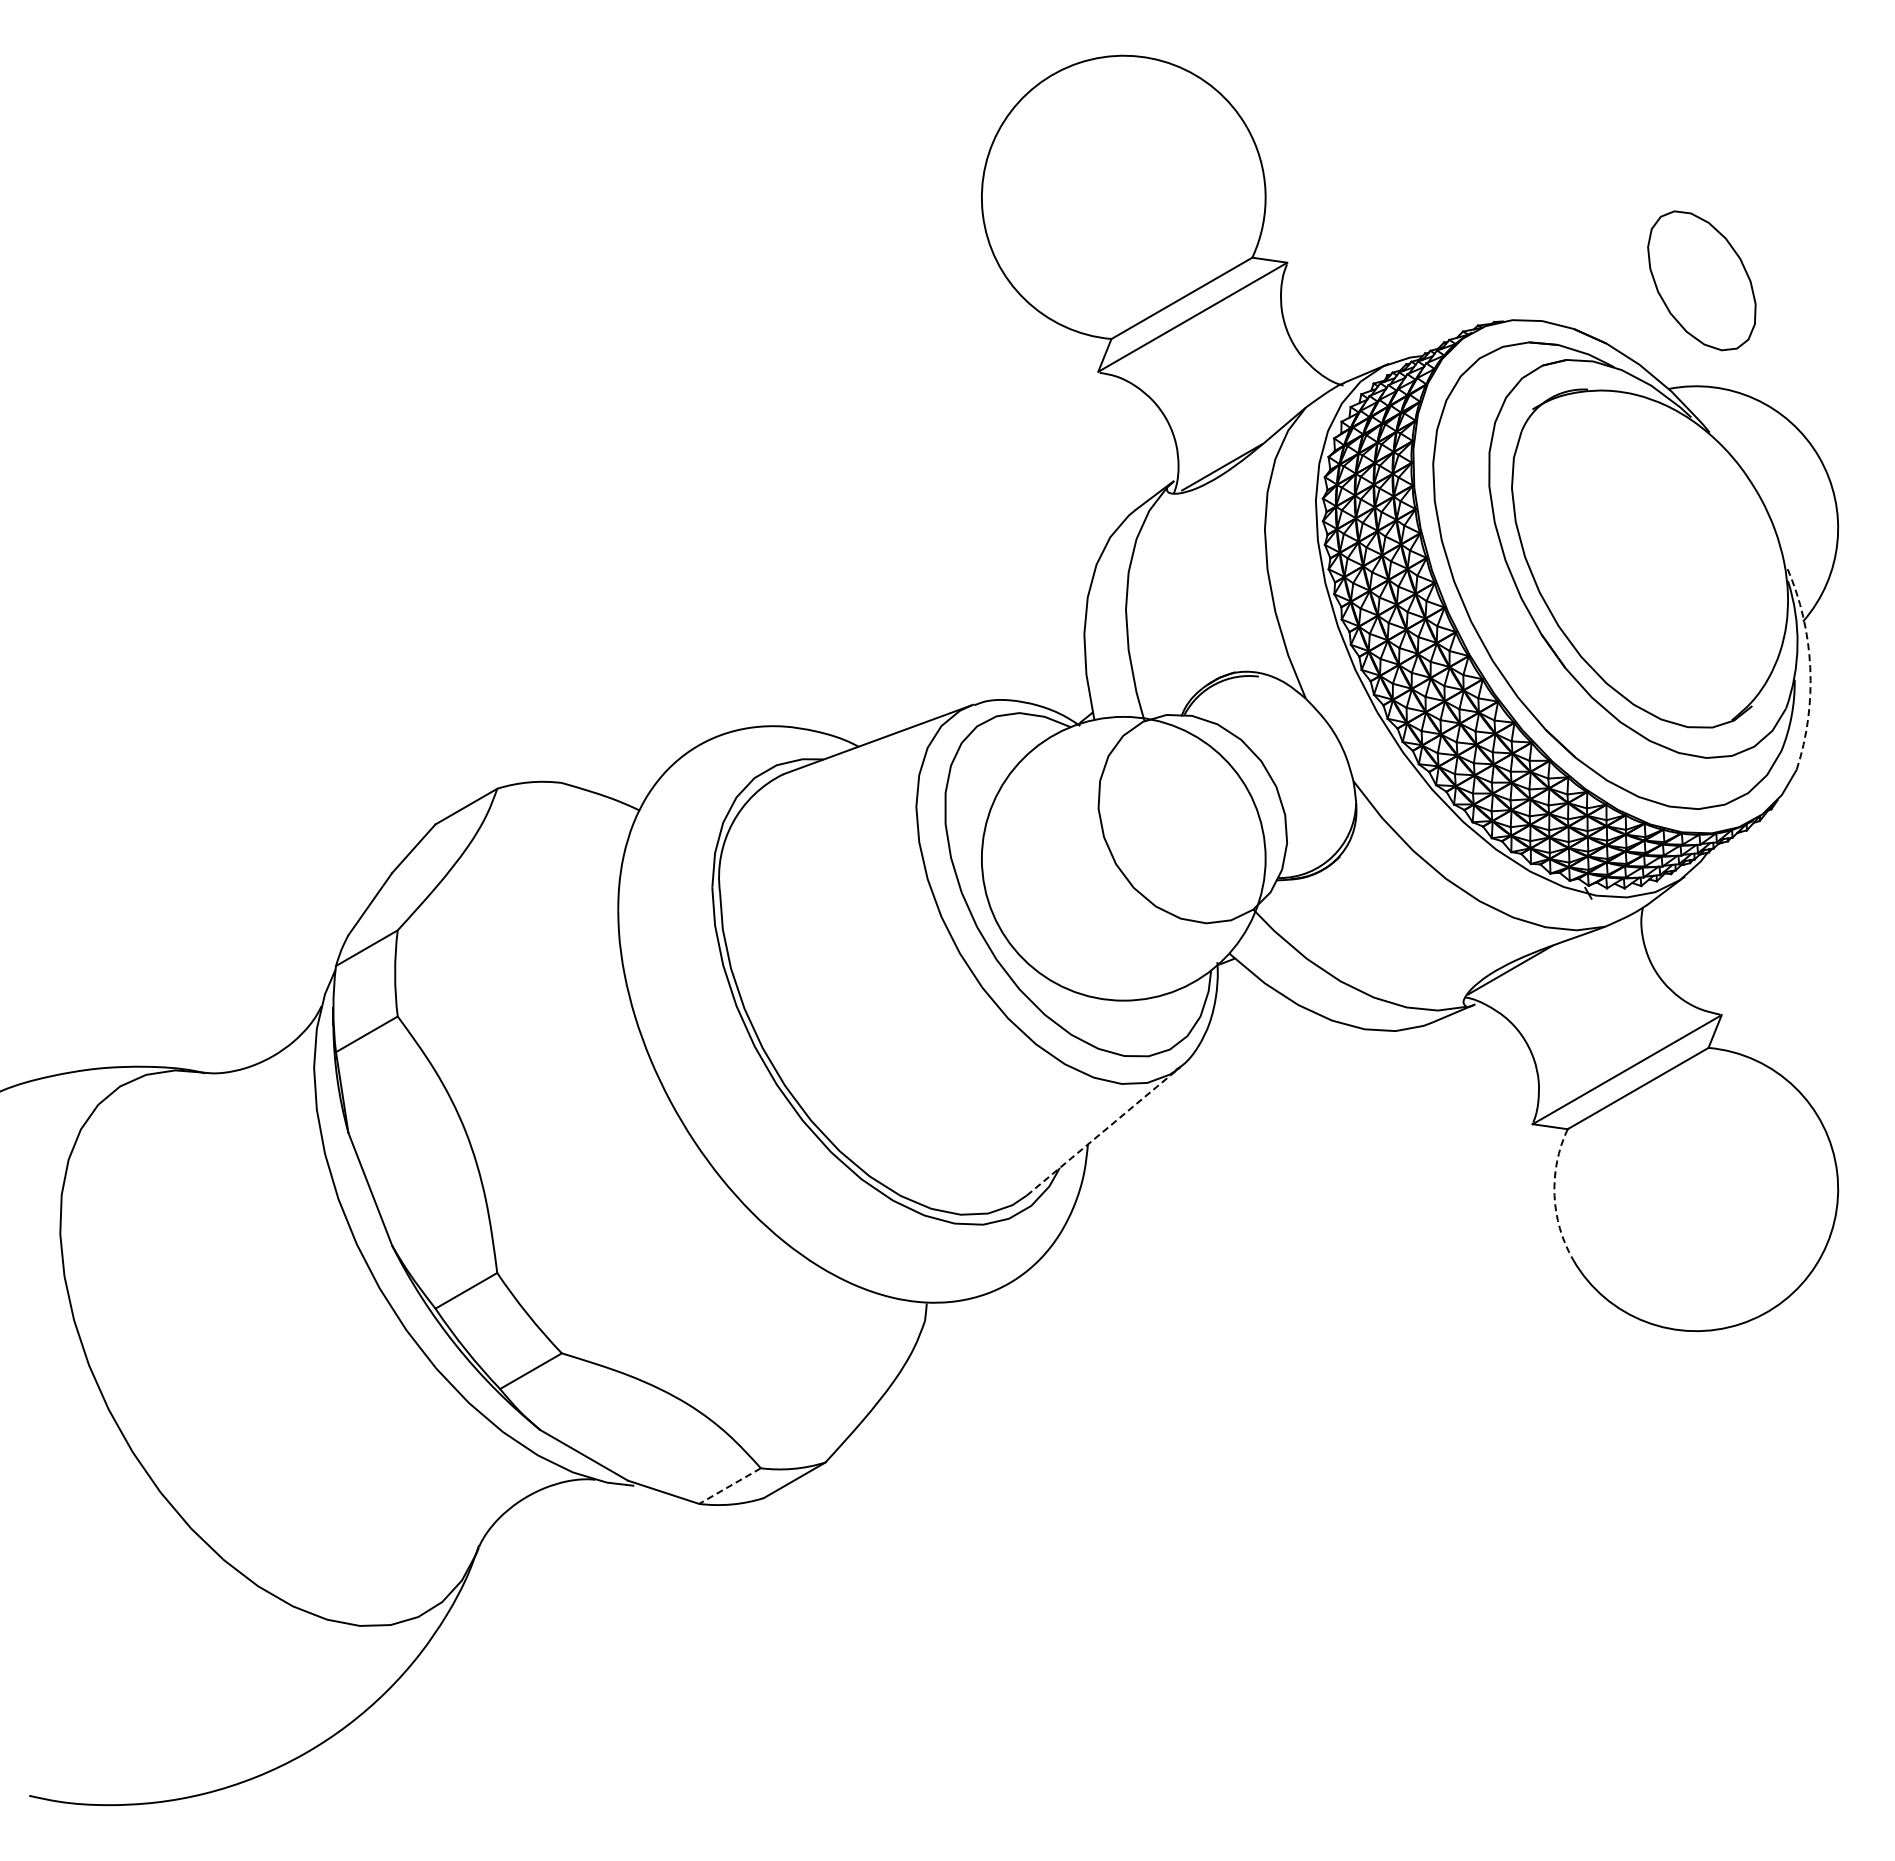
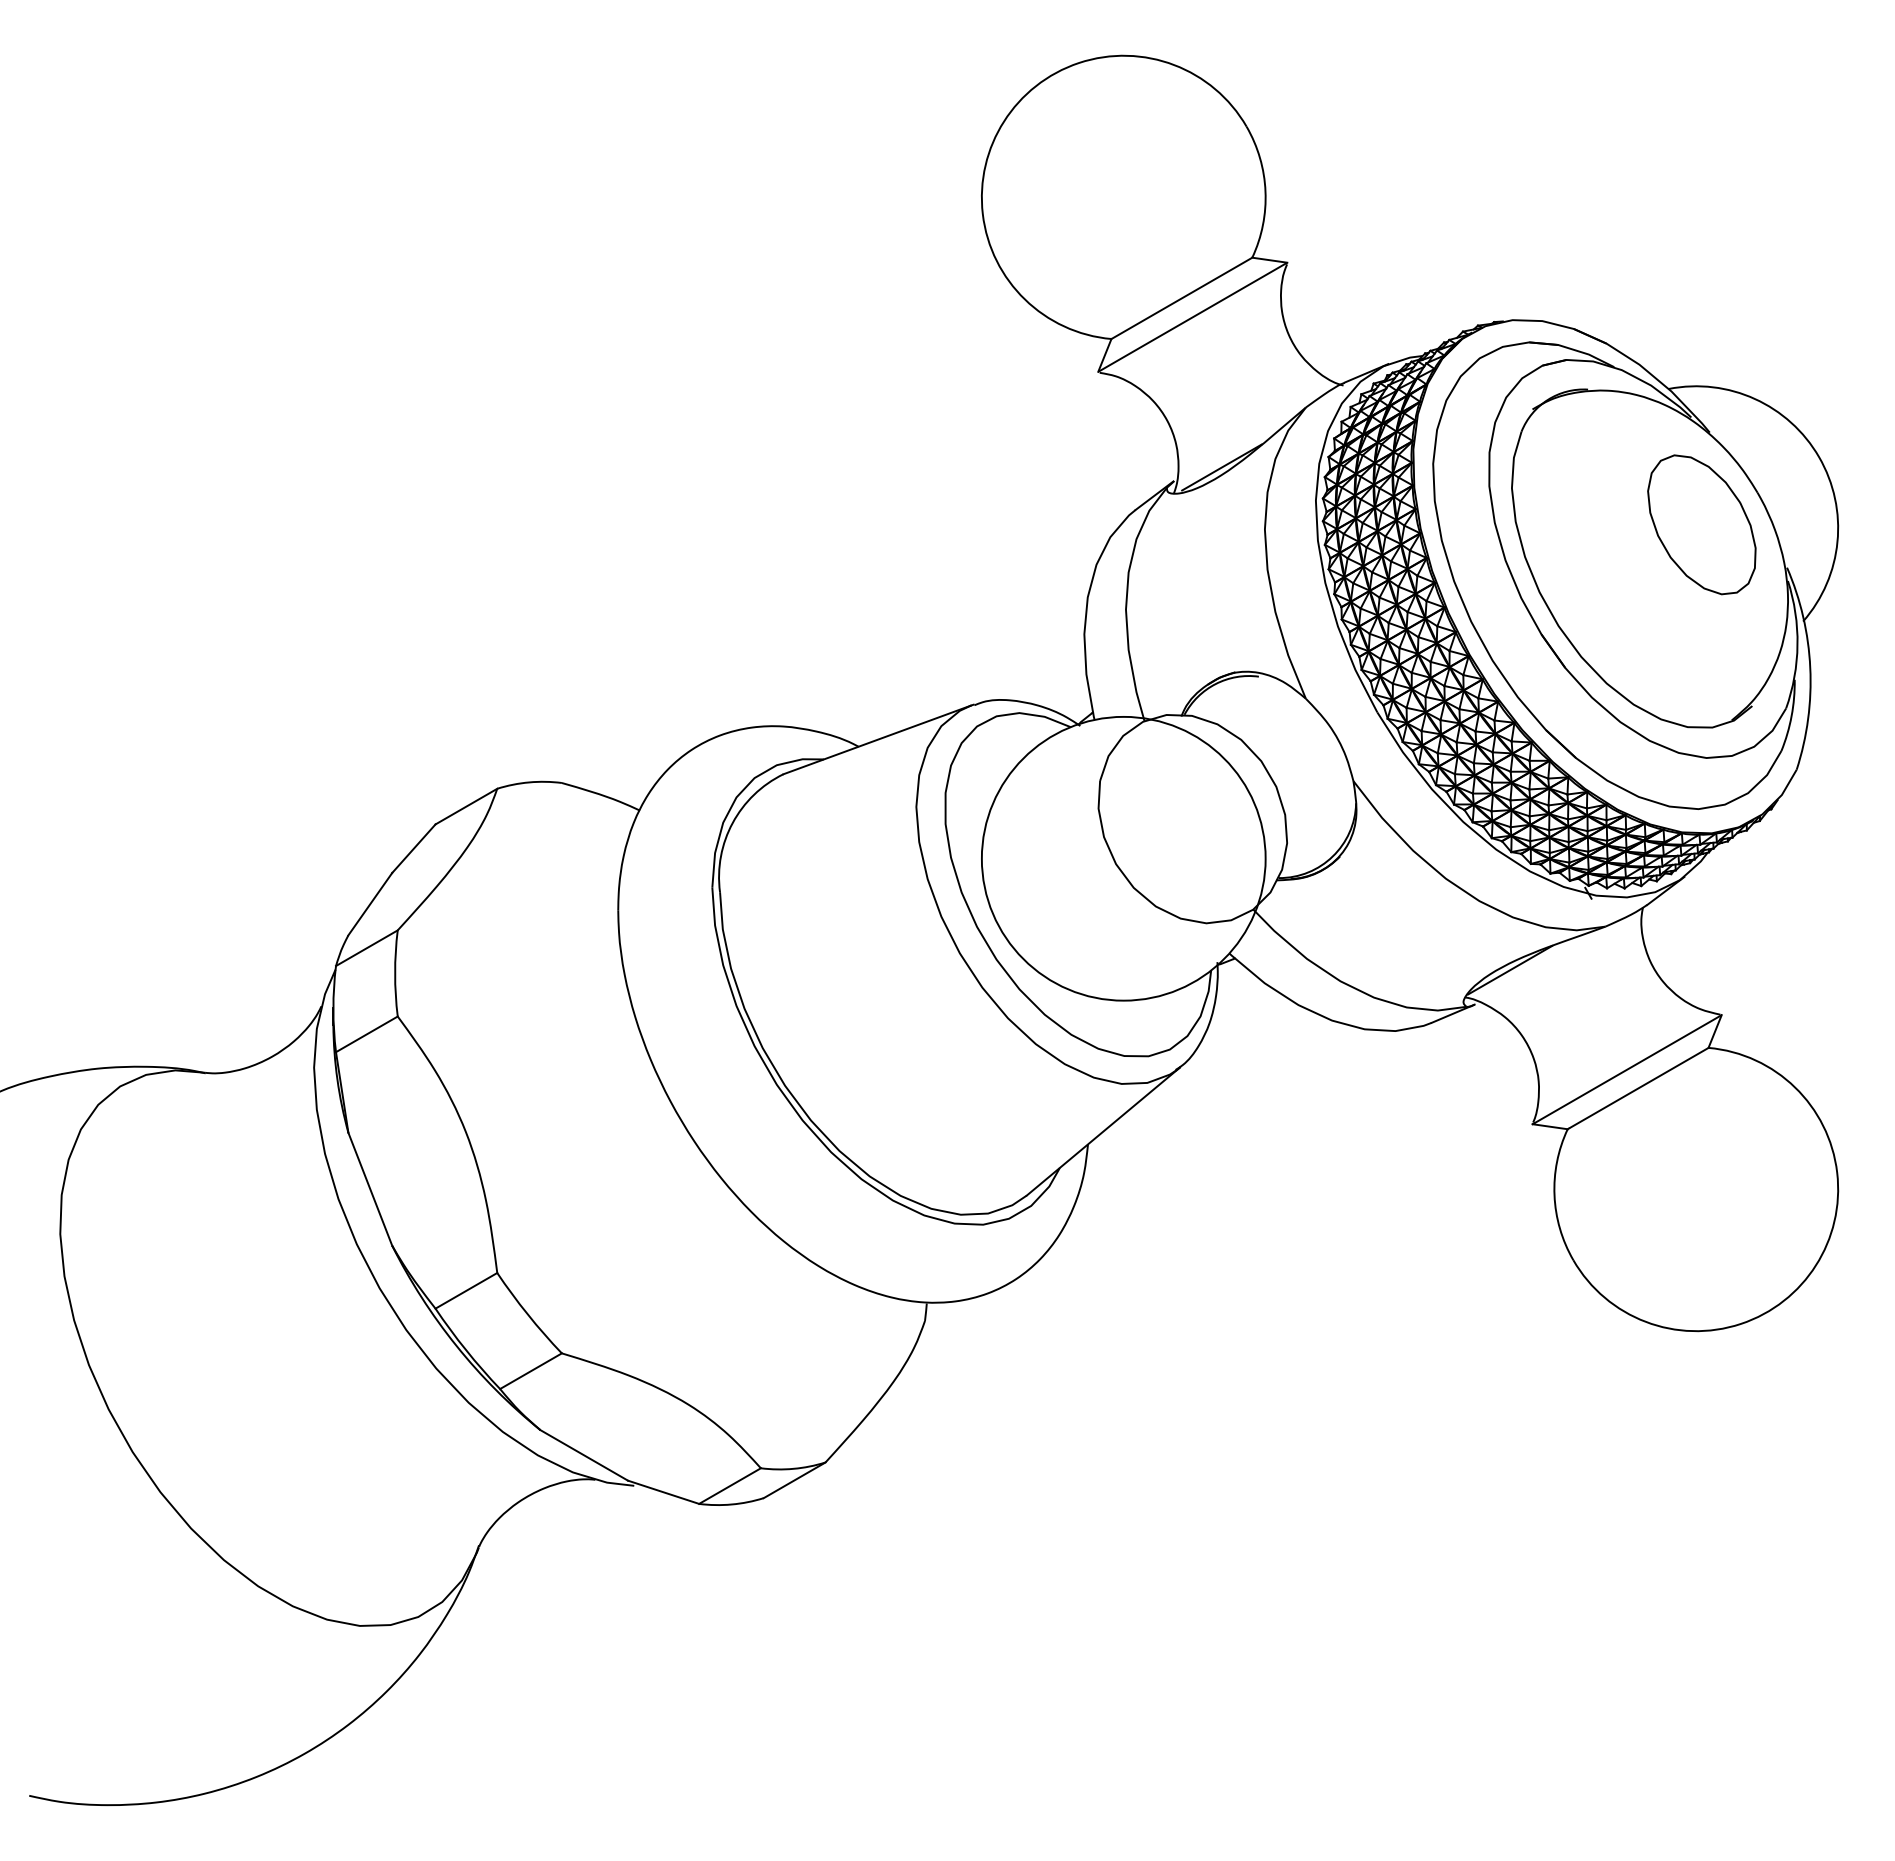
part at (1701, 280) position: (1701, 280) -> (1701, 524)
arc at (1810, 667): dashed -> solid
line at (1103, 1131): dashed -> solid
arc at (1554, 1195): dashed -> solid
line at (730, 1486): dashed -> solid
